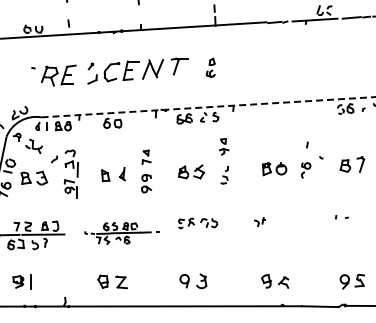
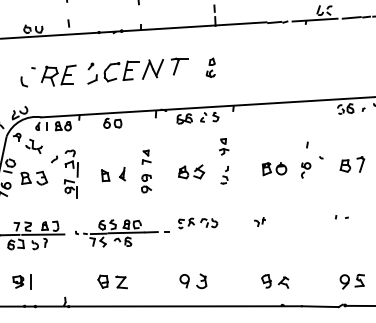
part at (23, 81): none -> present
line at (209, 107): dashed -> solid
part at (121, 233) size: 76x23 px -> 95x29 px
